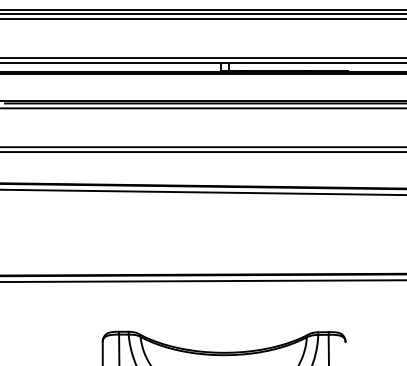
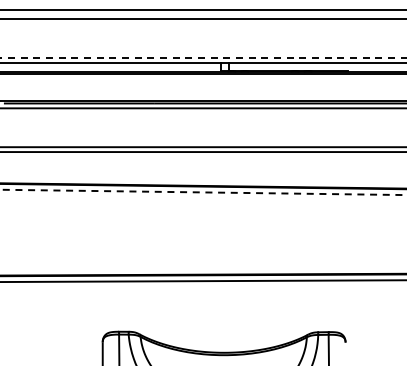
line at (202, 14): present -> none
line at (203, 58): solid -> dashed
line at (203, 192): solid -> dashed
